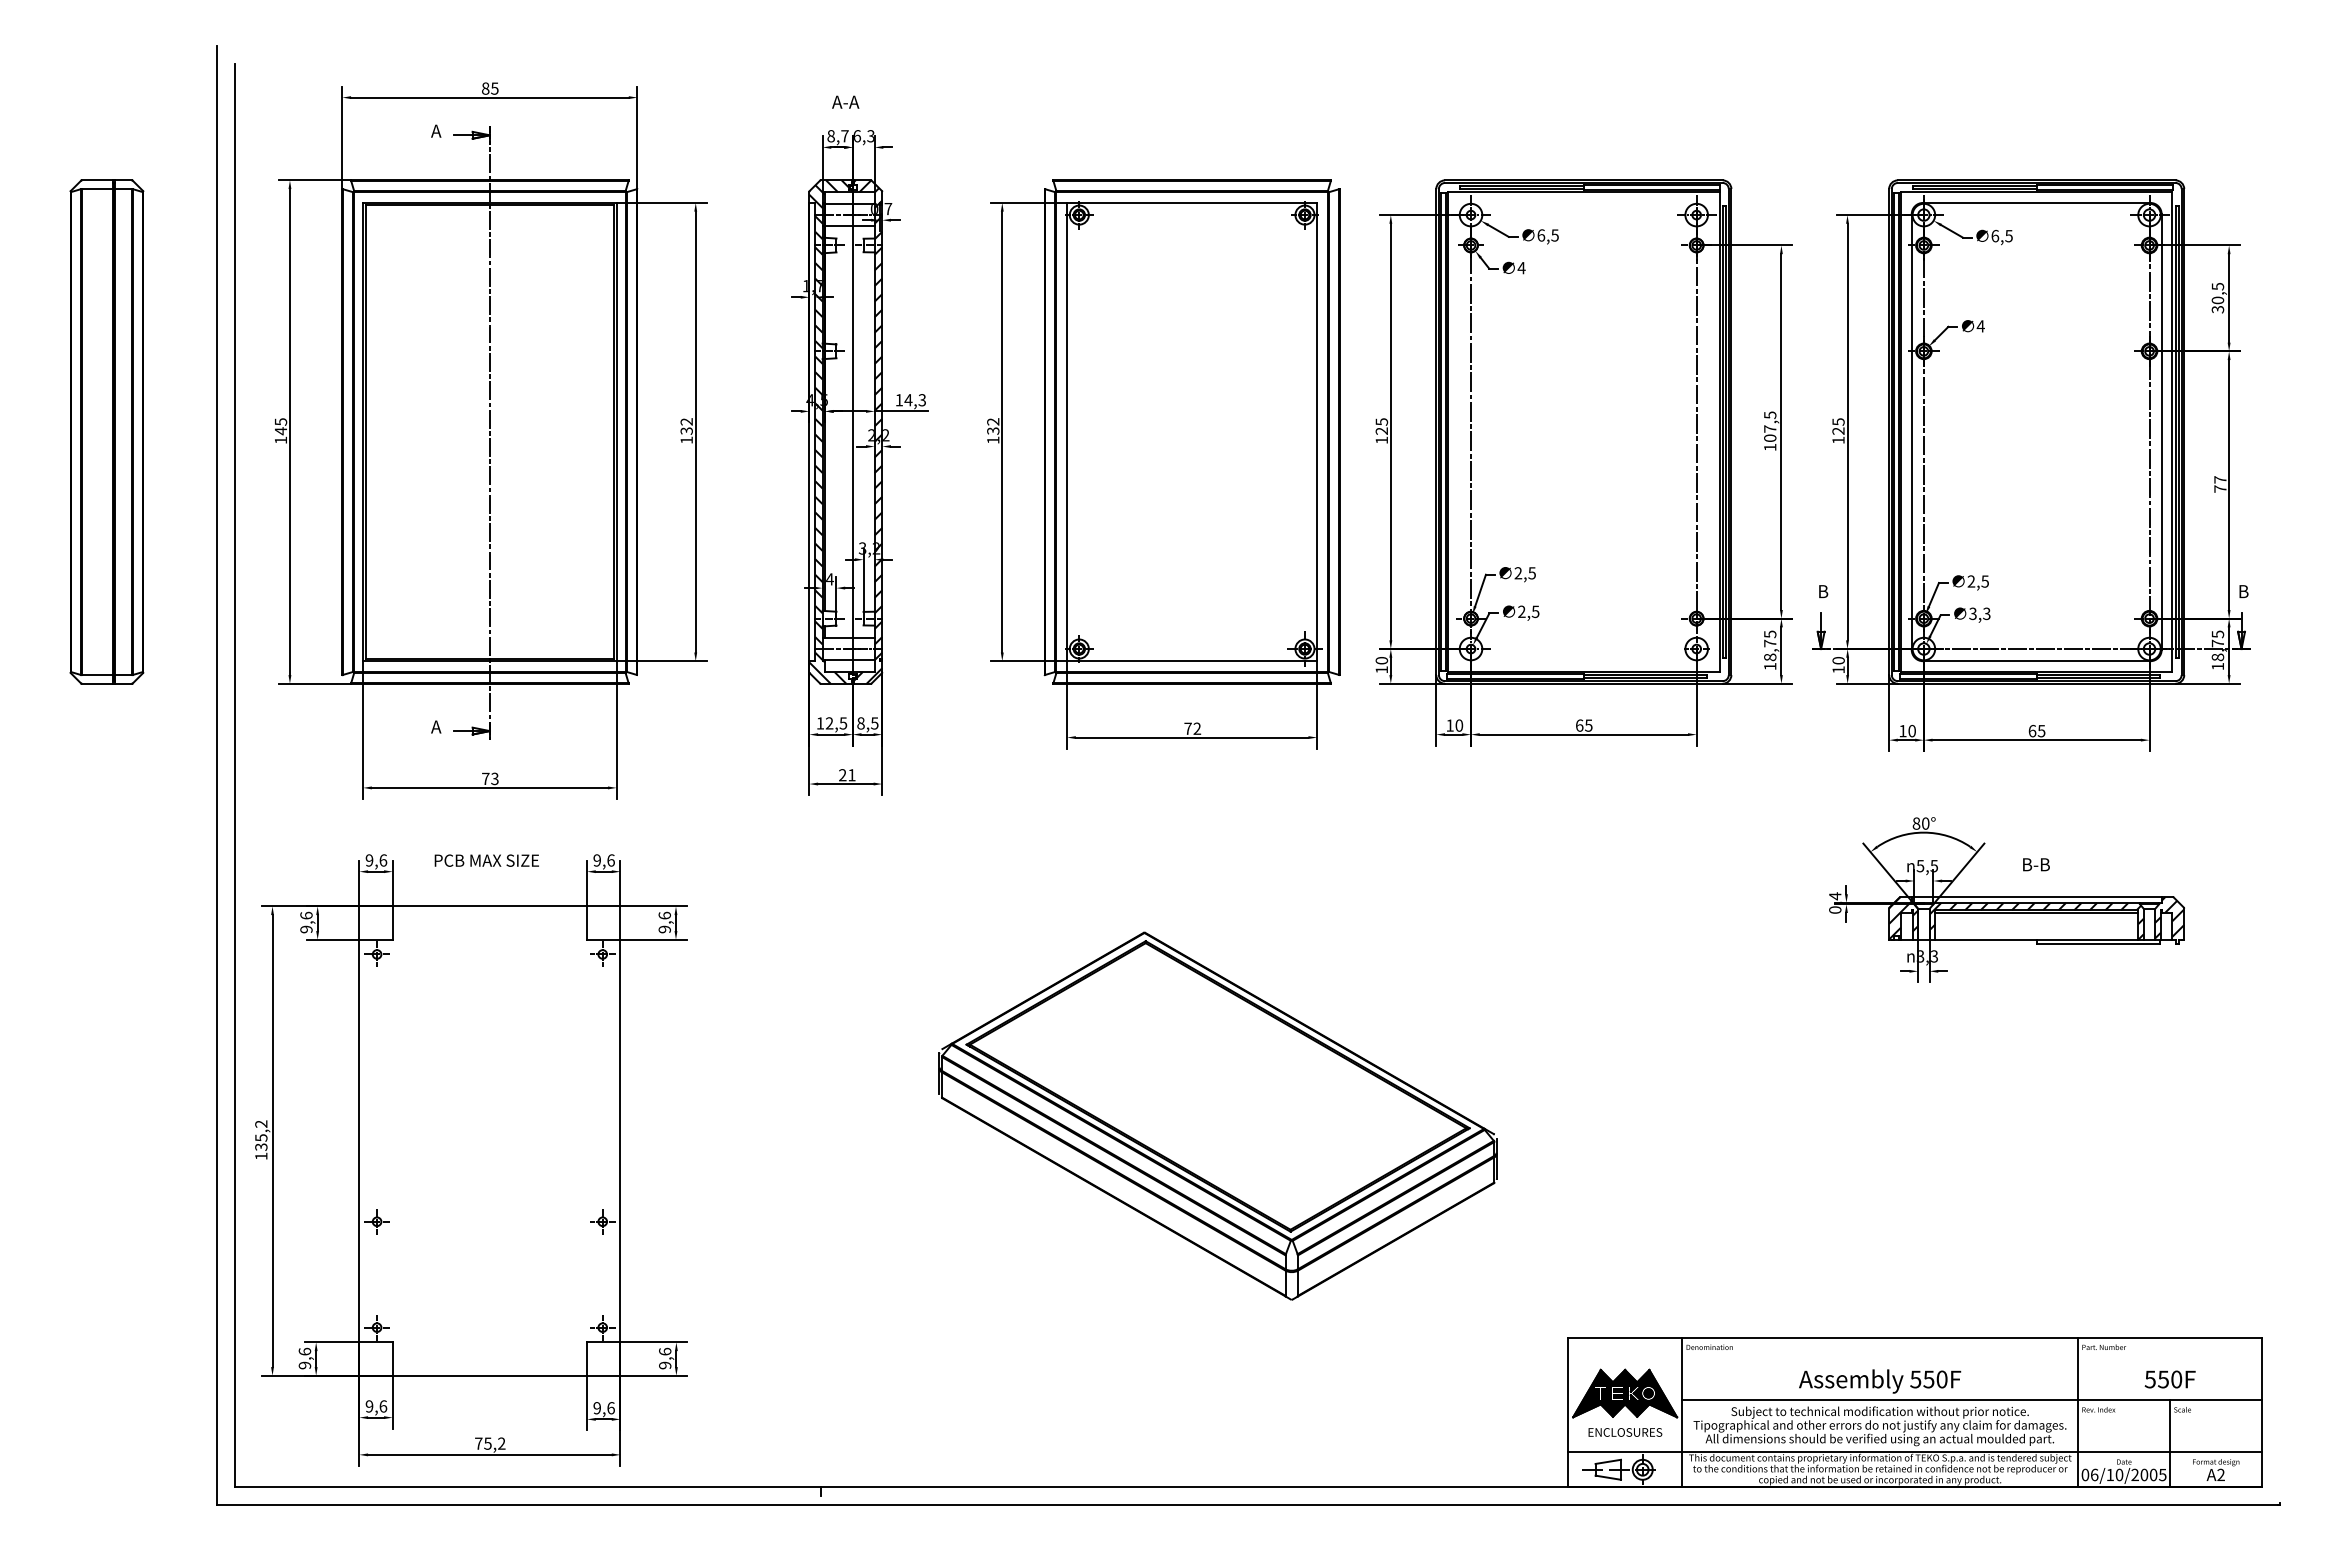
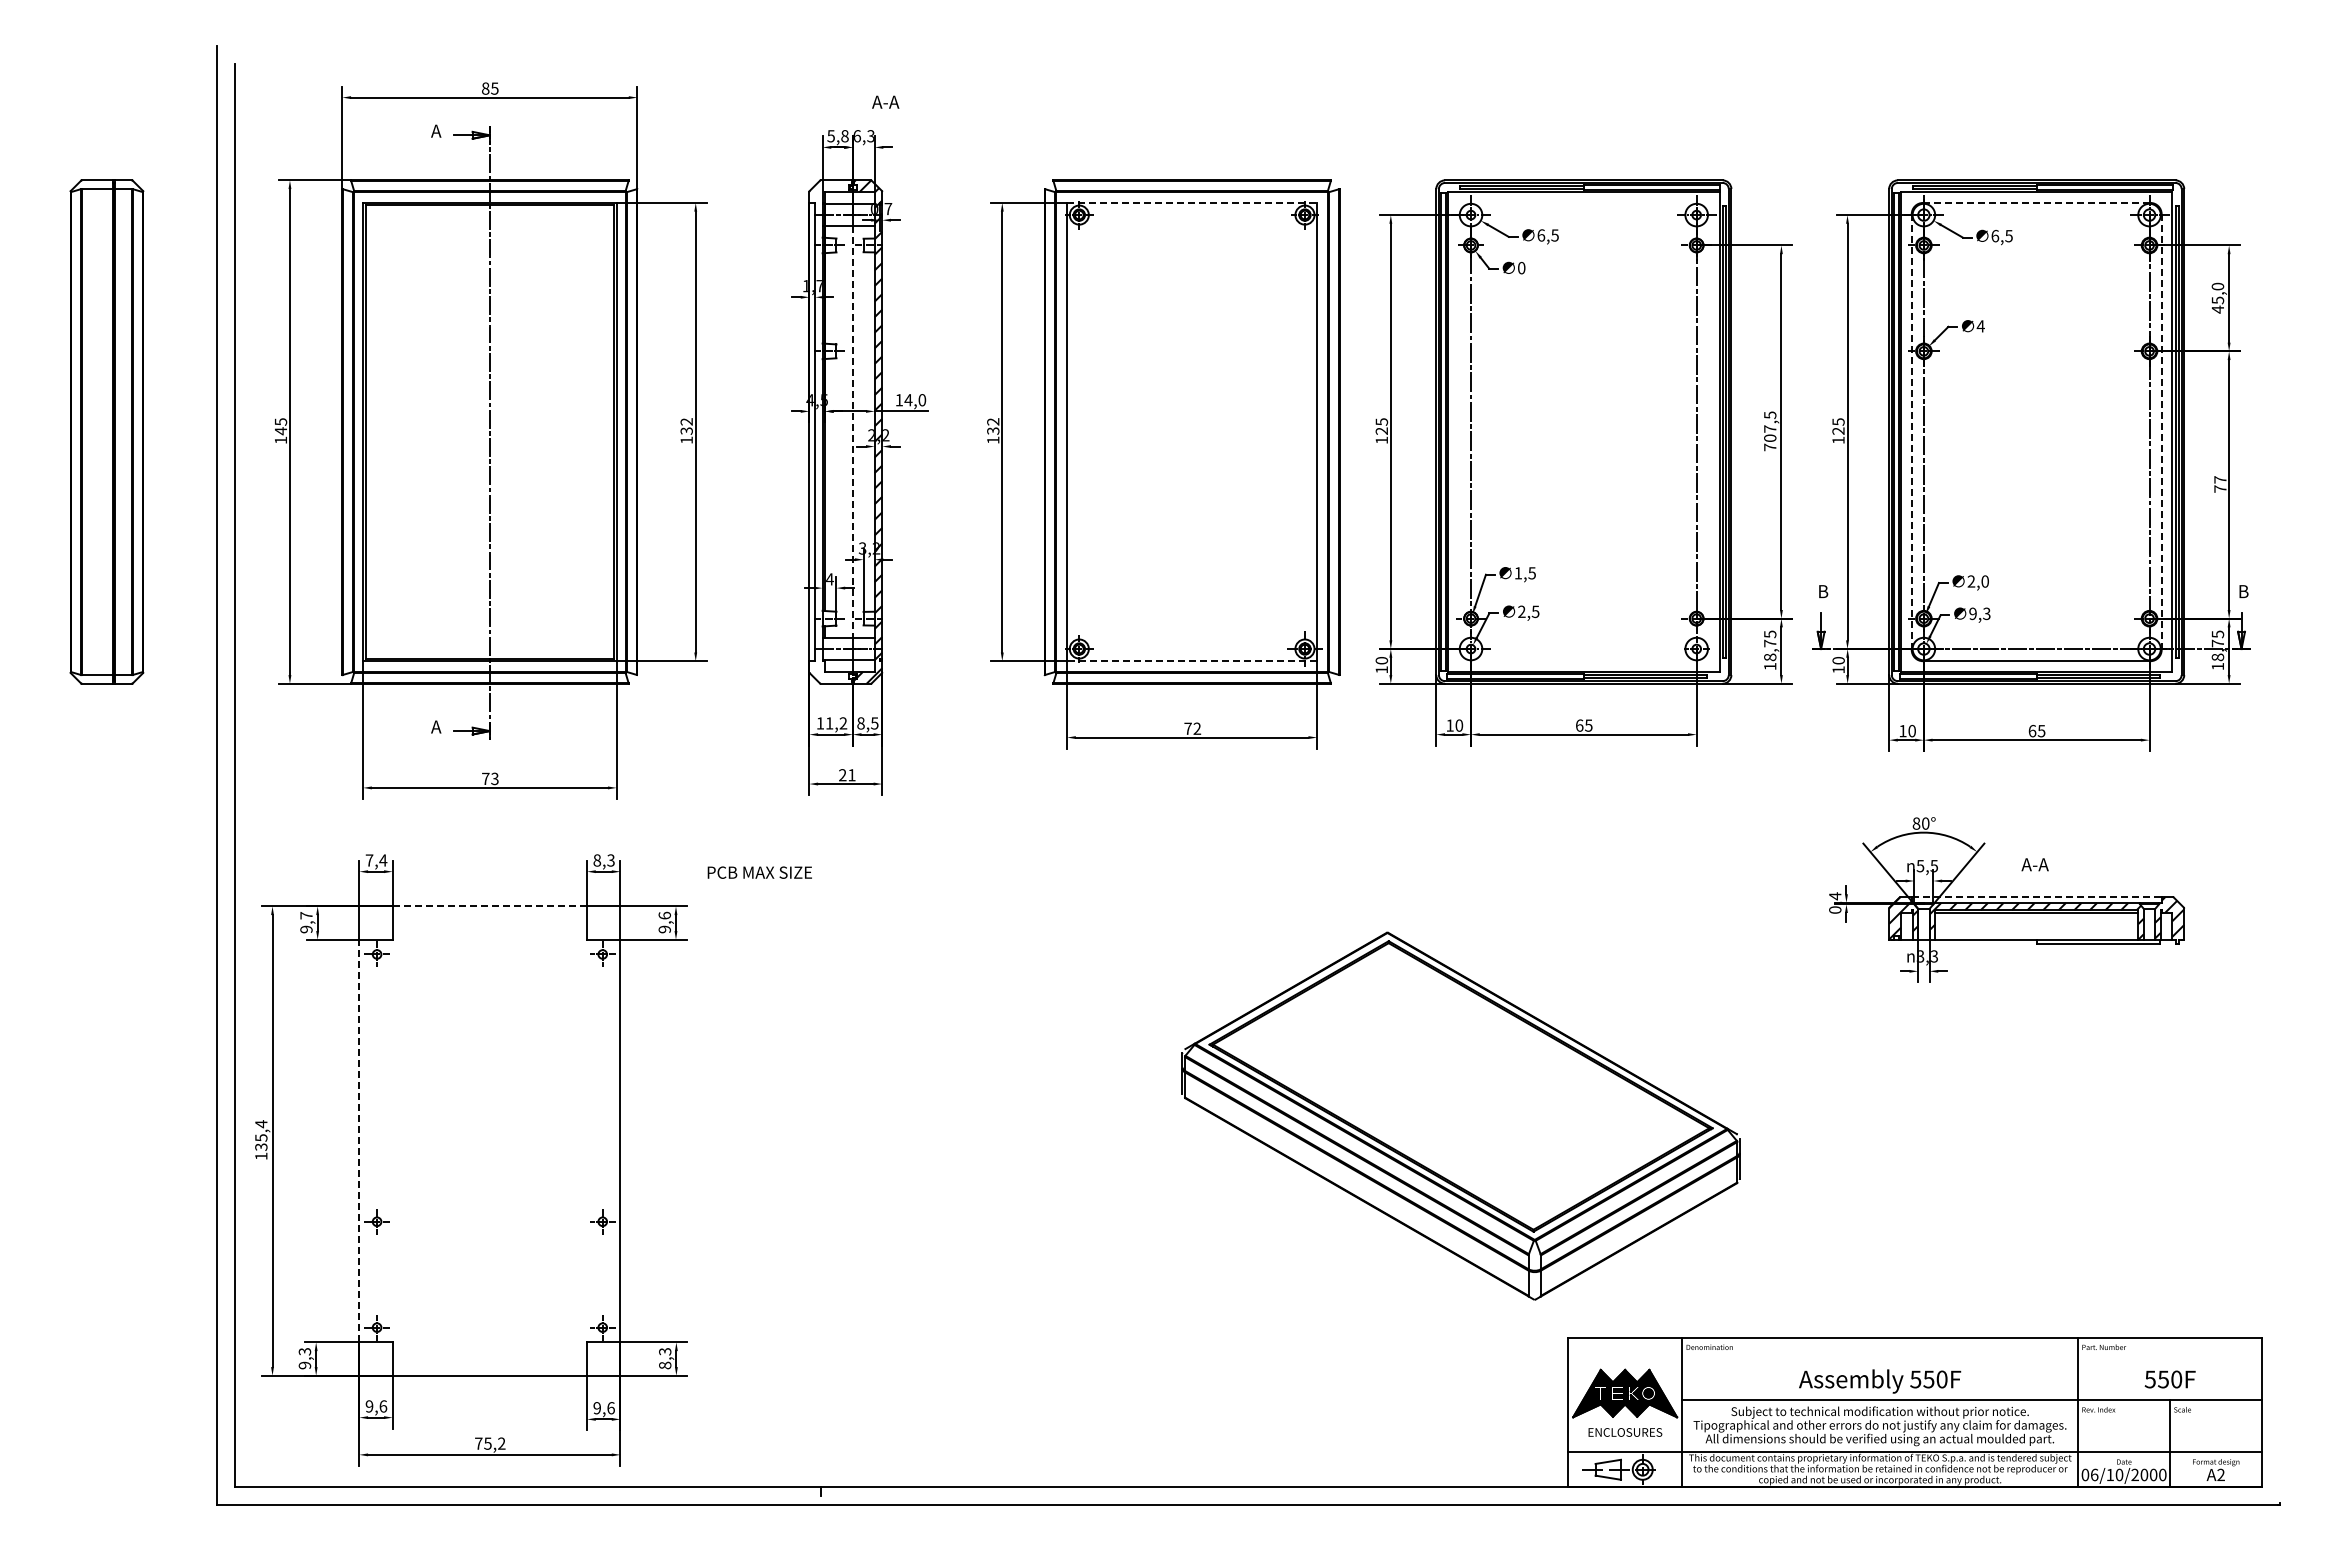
text at (845, 101) position: (845, 101) -> (885, 101)
text at (837, 136): 8,7 -> 5,8
line at (1192, 202): solid -> dashed
line at (2036, 202): solid -> dashed
text at (1521, 267): 4 -> 0
text at (2217, 297): 30,5 -> 45,0
text at (922, 400): 14,3 -> 14,0
hatch at (830, 431): present -> none
line at (852, 432): solid -> dashed
line at (1911, 432): solid -> dashed
line at (2161, 432): solid -> dashed
text at (1770, 447): 107,5 -> 707,5
text at (1518, 573): 2,5 -> 1,5
text at (1984, 581): 2,5 -> 2,0
text at (1972, 613): 3,3 -> 9,3
line at (1192, 661): solid -> dashed
text at (836, 723): 12,5 -> 11,2
text at (376, 860): 9,6 -> 7,4
text at (486, 860) position: (486, 860) -> (759, 872)
text at (603, 860): 9,6 -> 8,3
text at (2035, 864): B-B -> A-A
line at (2036, 897): solid -> dashed
line at (490, 906): solid -> dashed
text at (306, 915): 9,6 -> 9,7
part at (1217, 1115) position: (1217, 1115) -> (1460, 1115)
text at (261, 1124): 135,2 -> 135,4
line at (359, 1140): solid -> dashed
text at (304, 1351): 9,6 -> 9,3
text at (665, 1358): 9,6 -> 8,3
text at (2162, 1474): 06/10/2005 -> 06/10/2000
